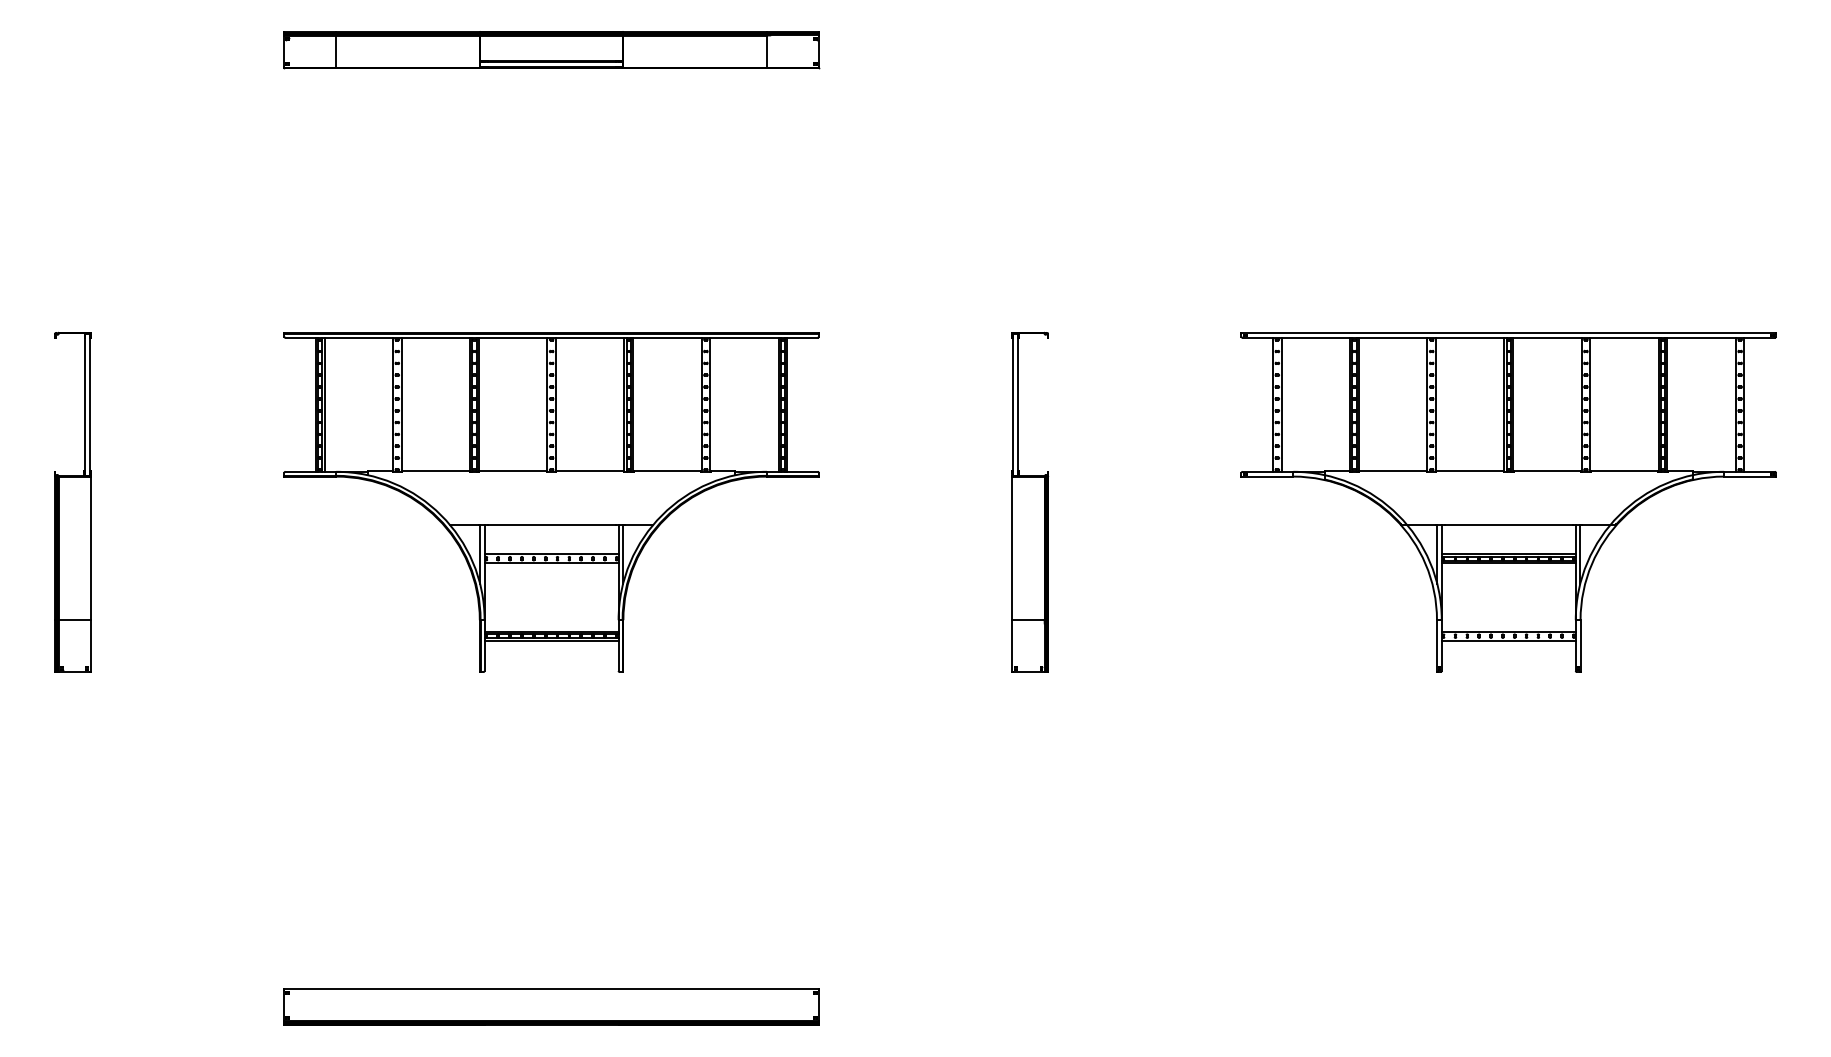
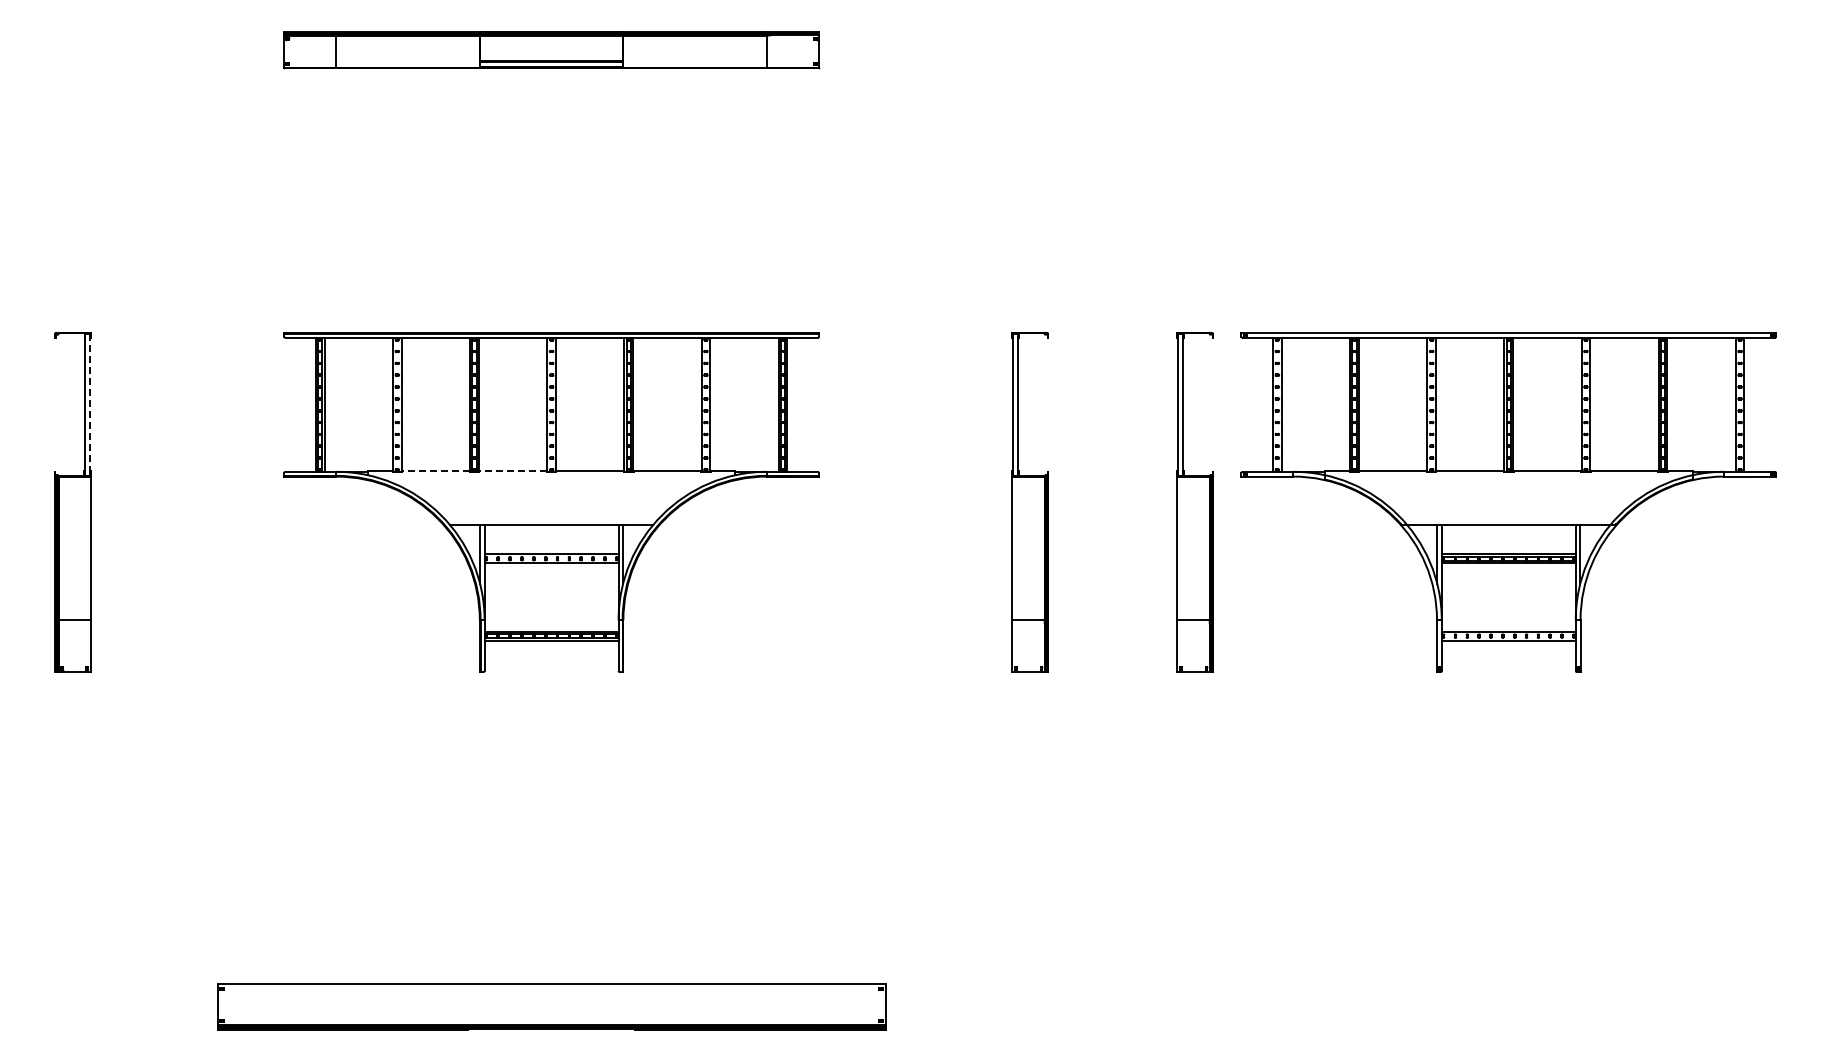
line at (90, 405): solid -> dashed
line at (435, 471): solid -> dashed
line at (513, 471): solid -> dashed
part at (1195, 501): none -> present
part at (551, 1006) size: 537x38 px -> 670x48 px
